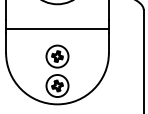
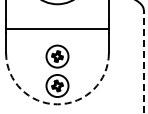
line at (143, 61): solid -> dashed
arc at (57, 104): solid -> dashed
